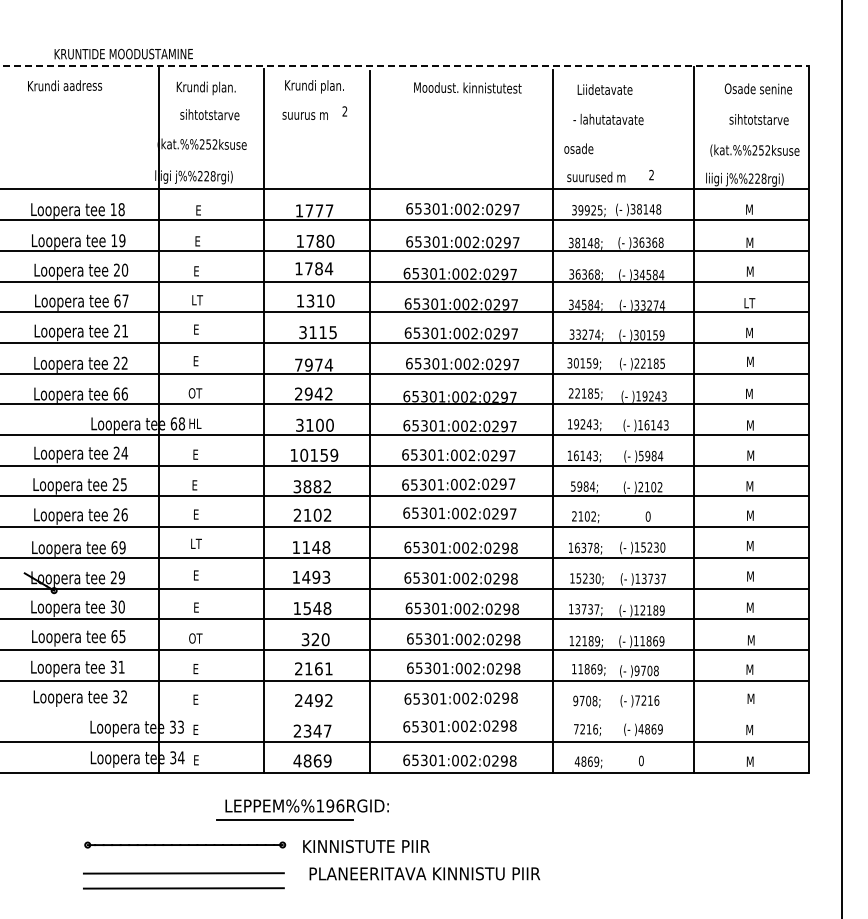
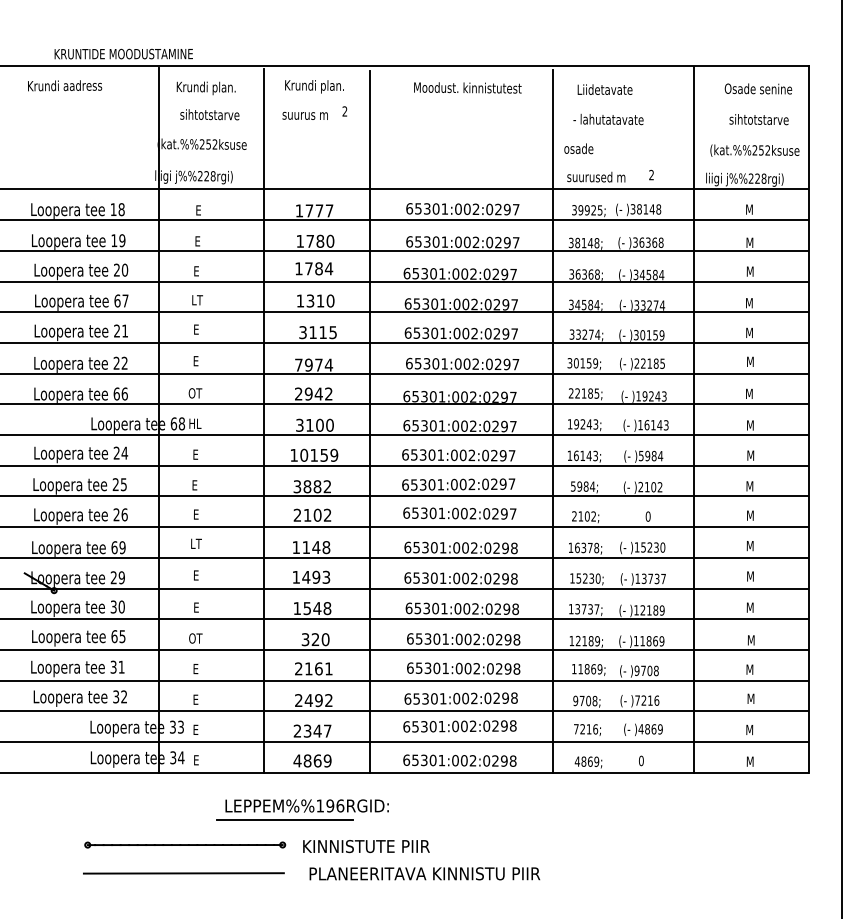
line at (405, 66): dashed -> solid
text at (749, 303): LT -> M
line at (405, 711): none -> present
line at (183, 888): present -> none
